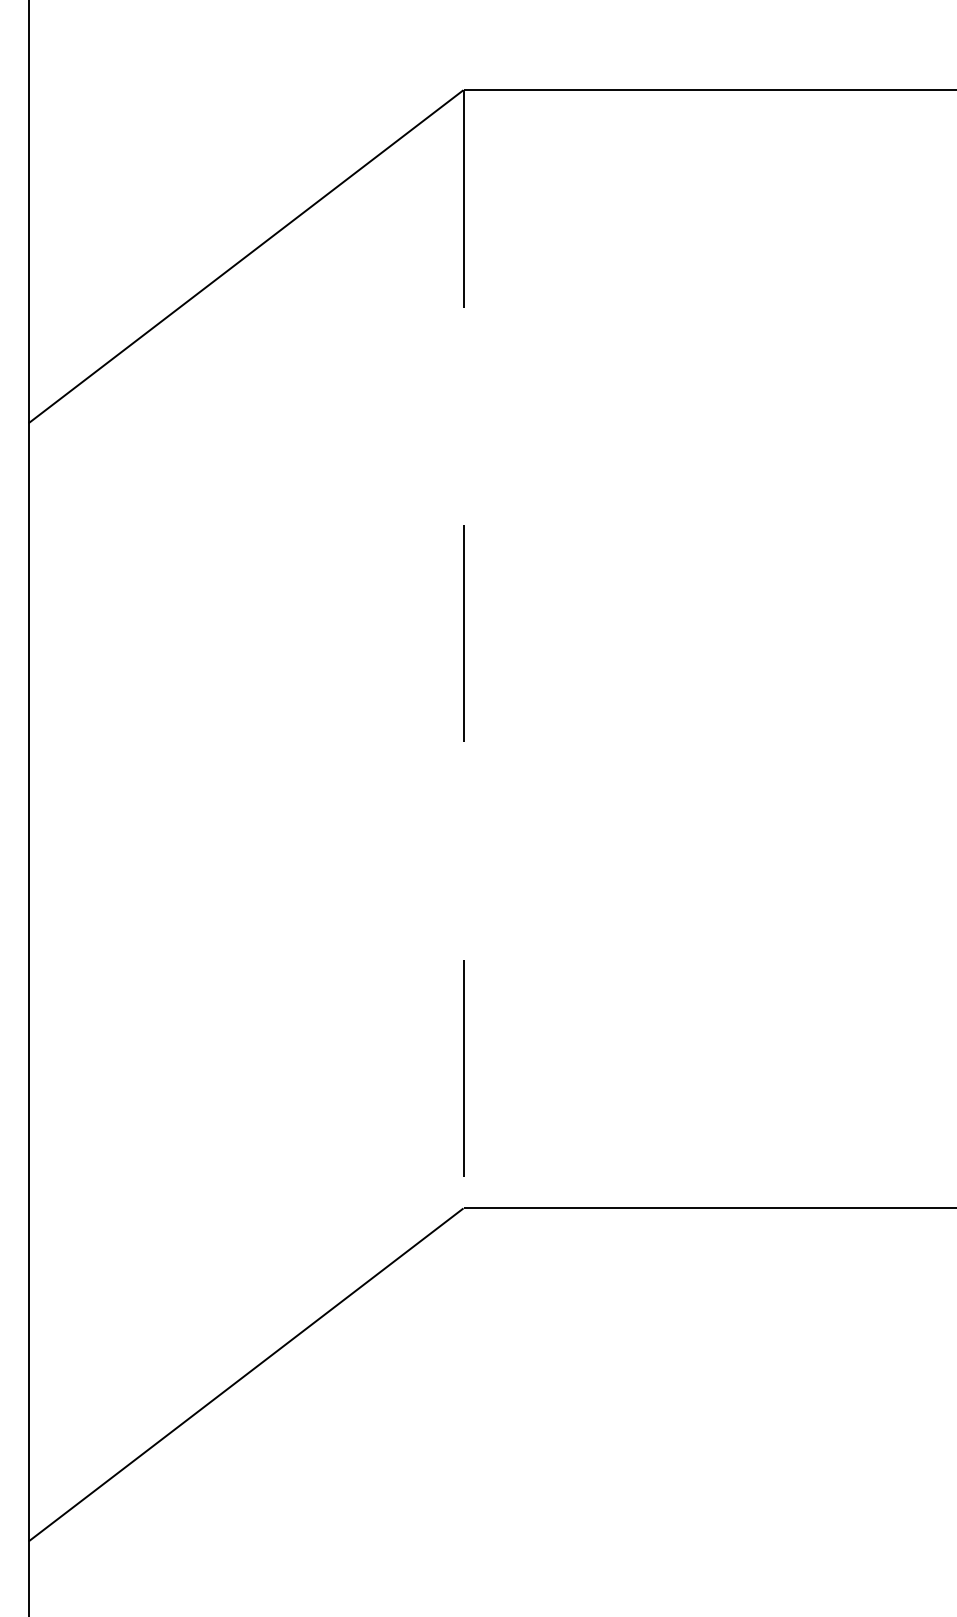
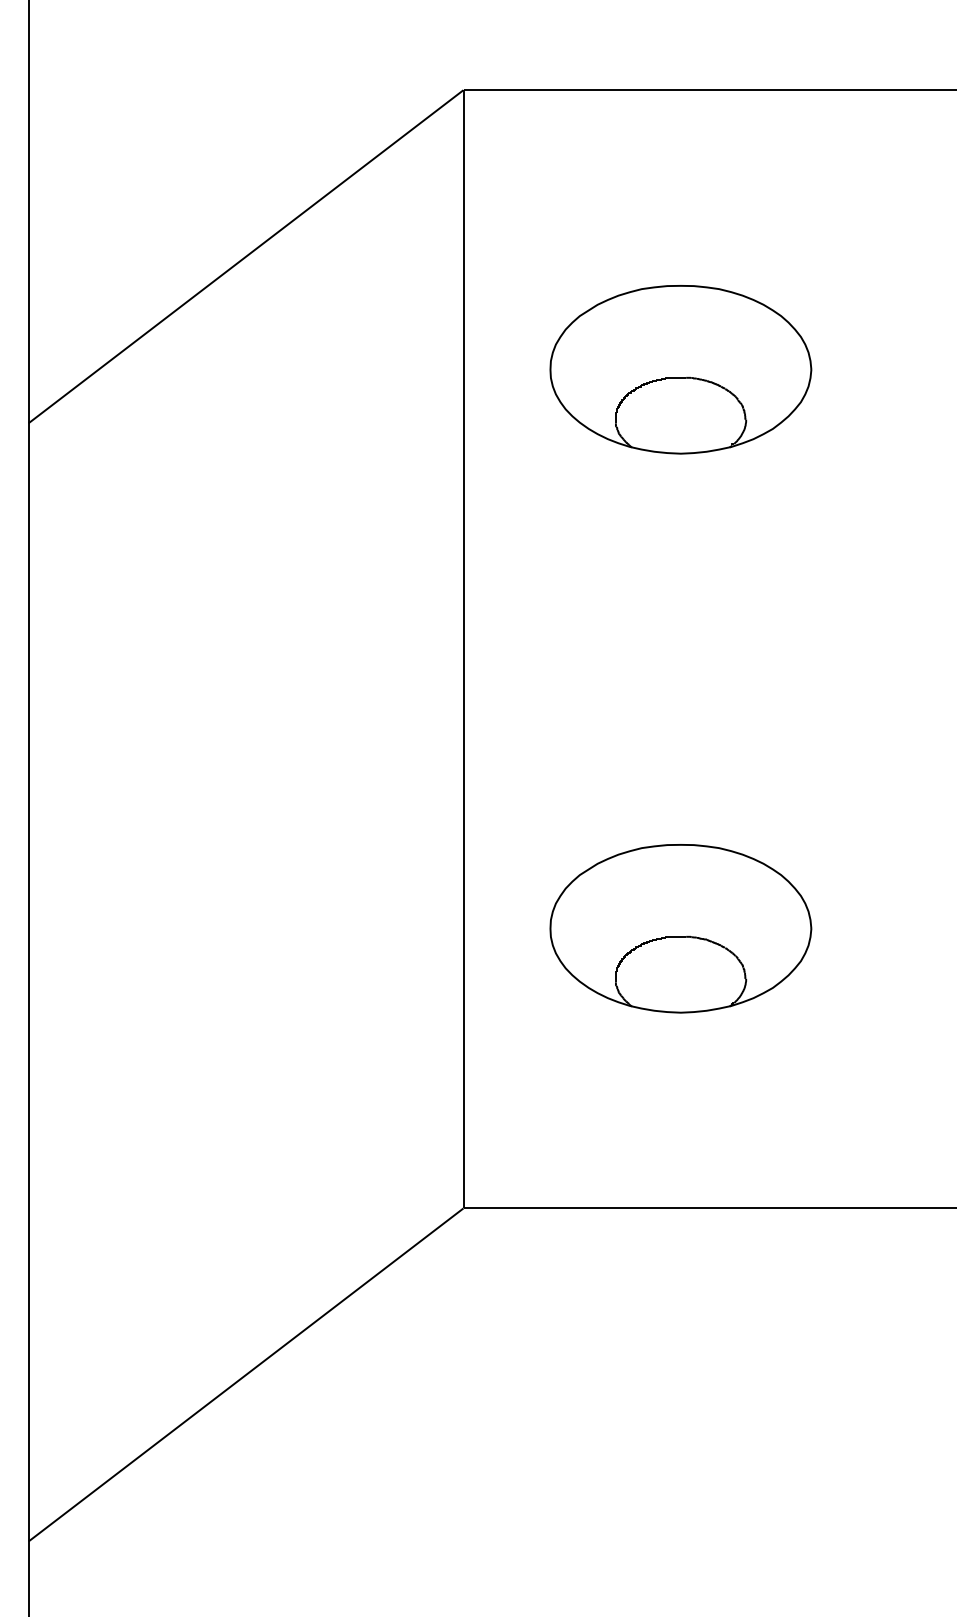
part at (680, 369): none -> present
line at (463, 649): dashed -> solid
part at (680, 928): none -> present
